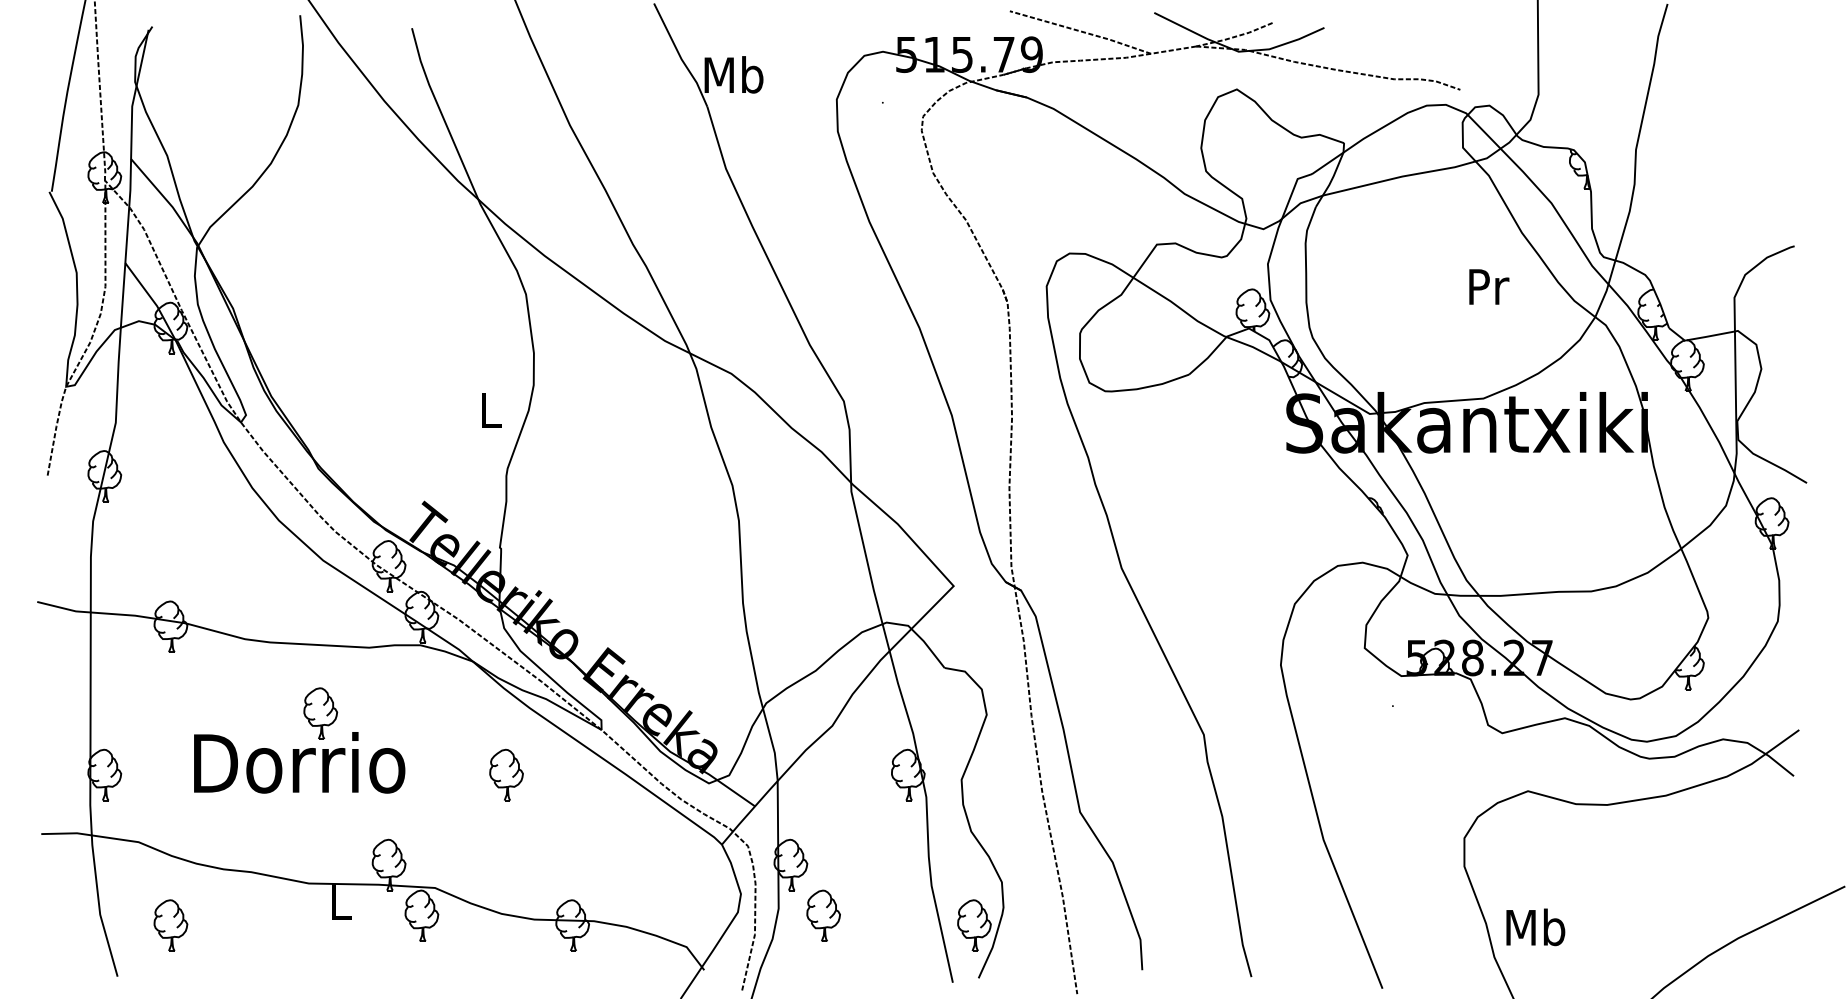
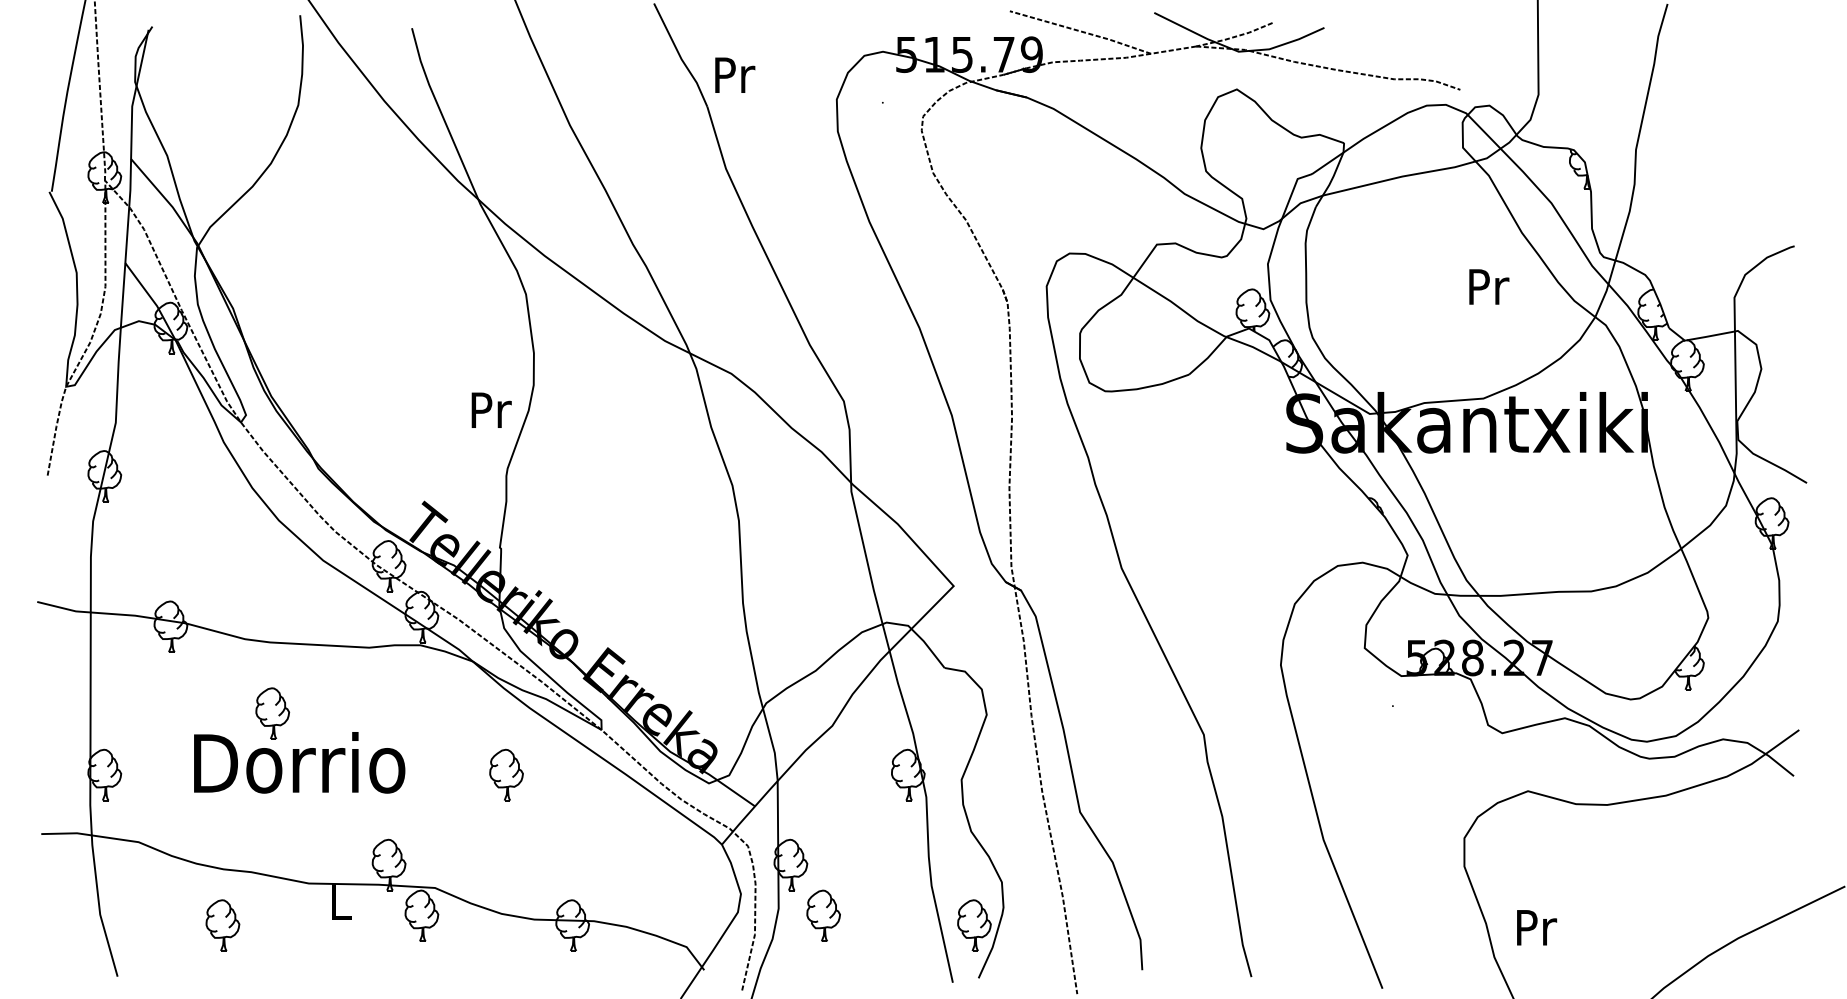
text at (733, 74): Mb -> Pr
text at (491, 409): L -> Pr
part at (320, 713) position: (320, 713) -> (272, 713)
part at (170, 925) position: (170, 925) -> (222, 925)
text at (1535, 927): Mb -> Pr
